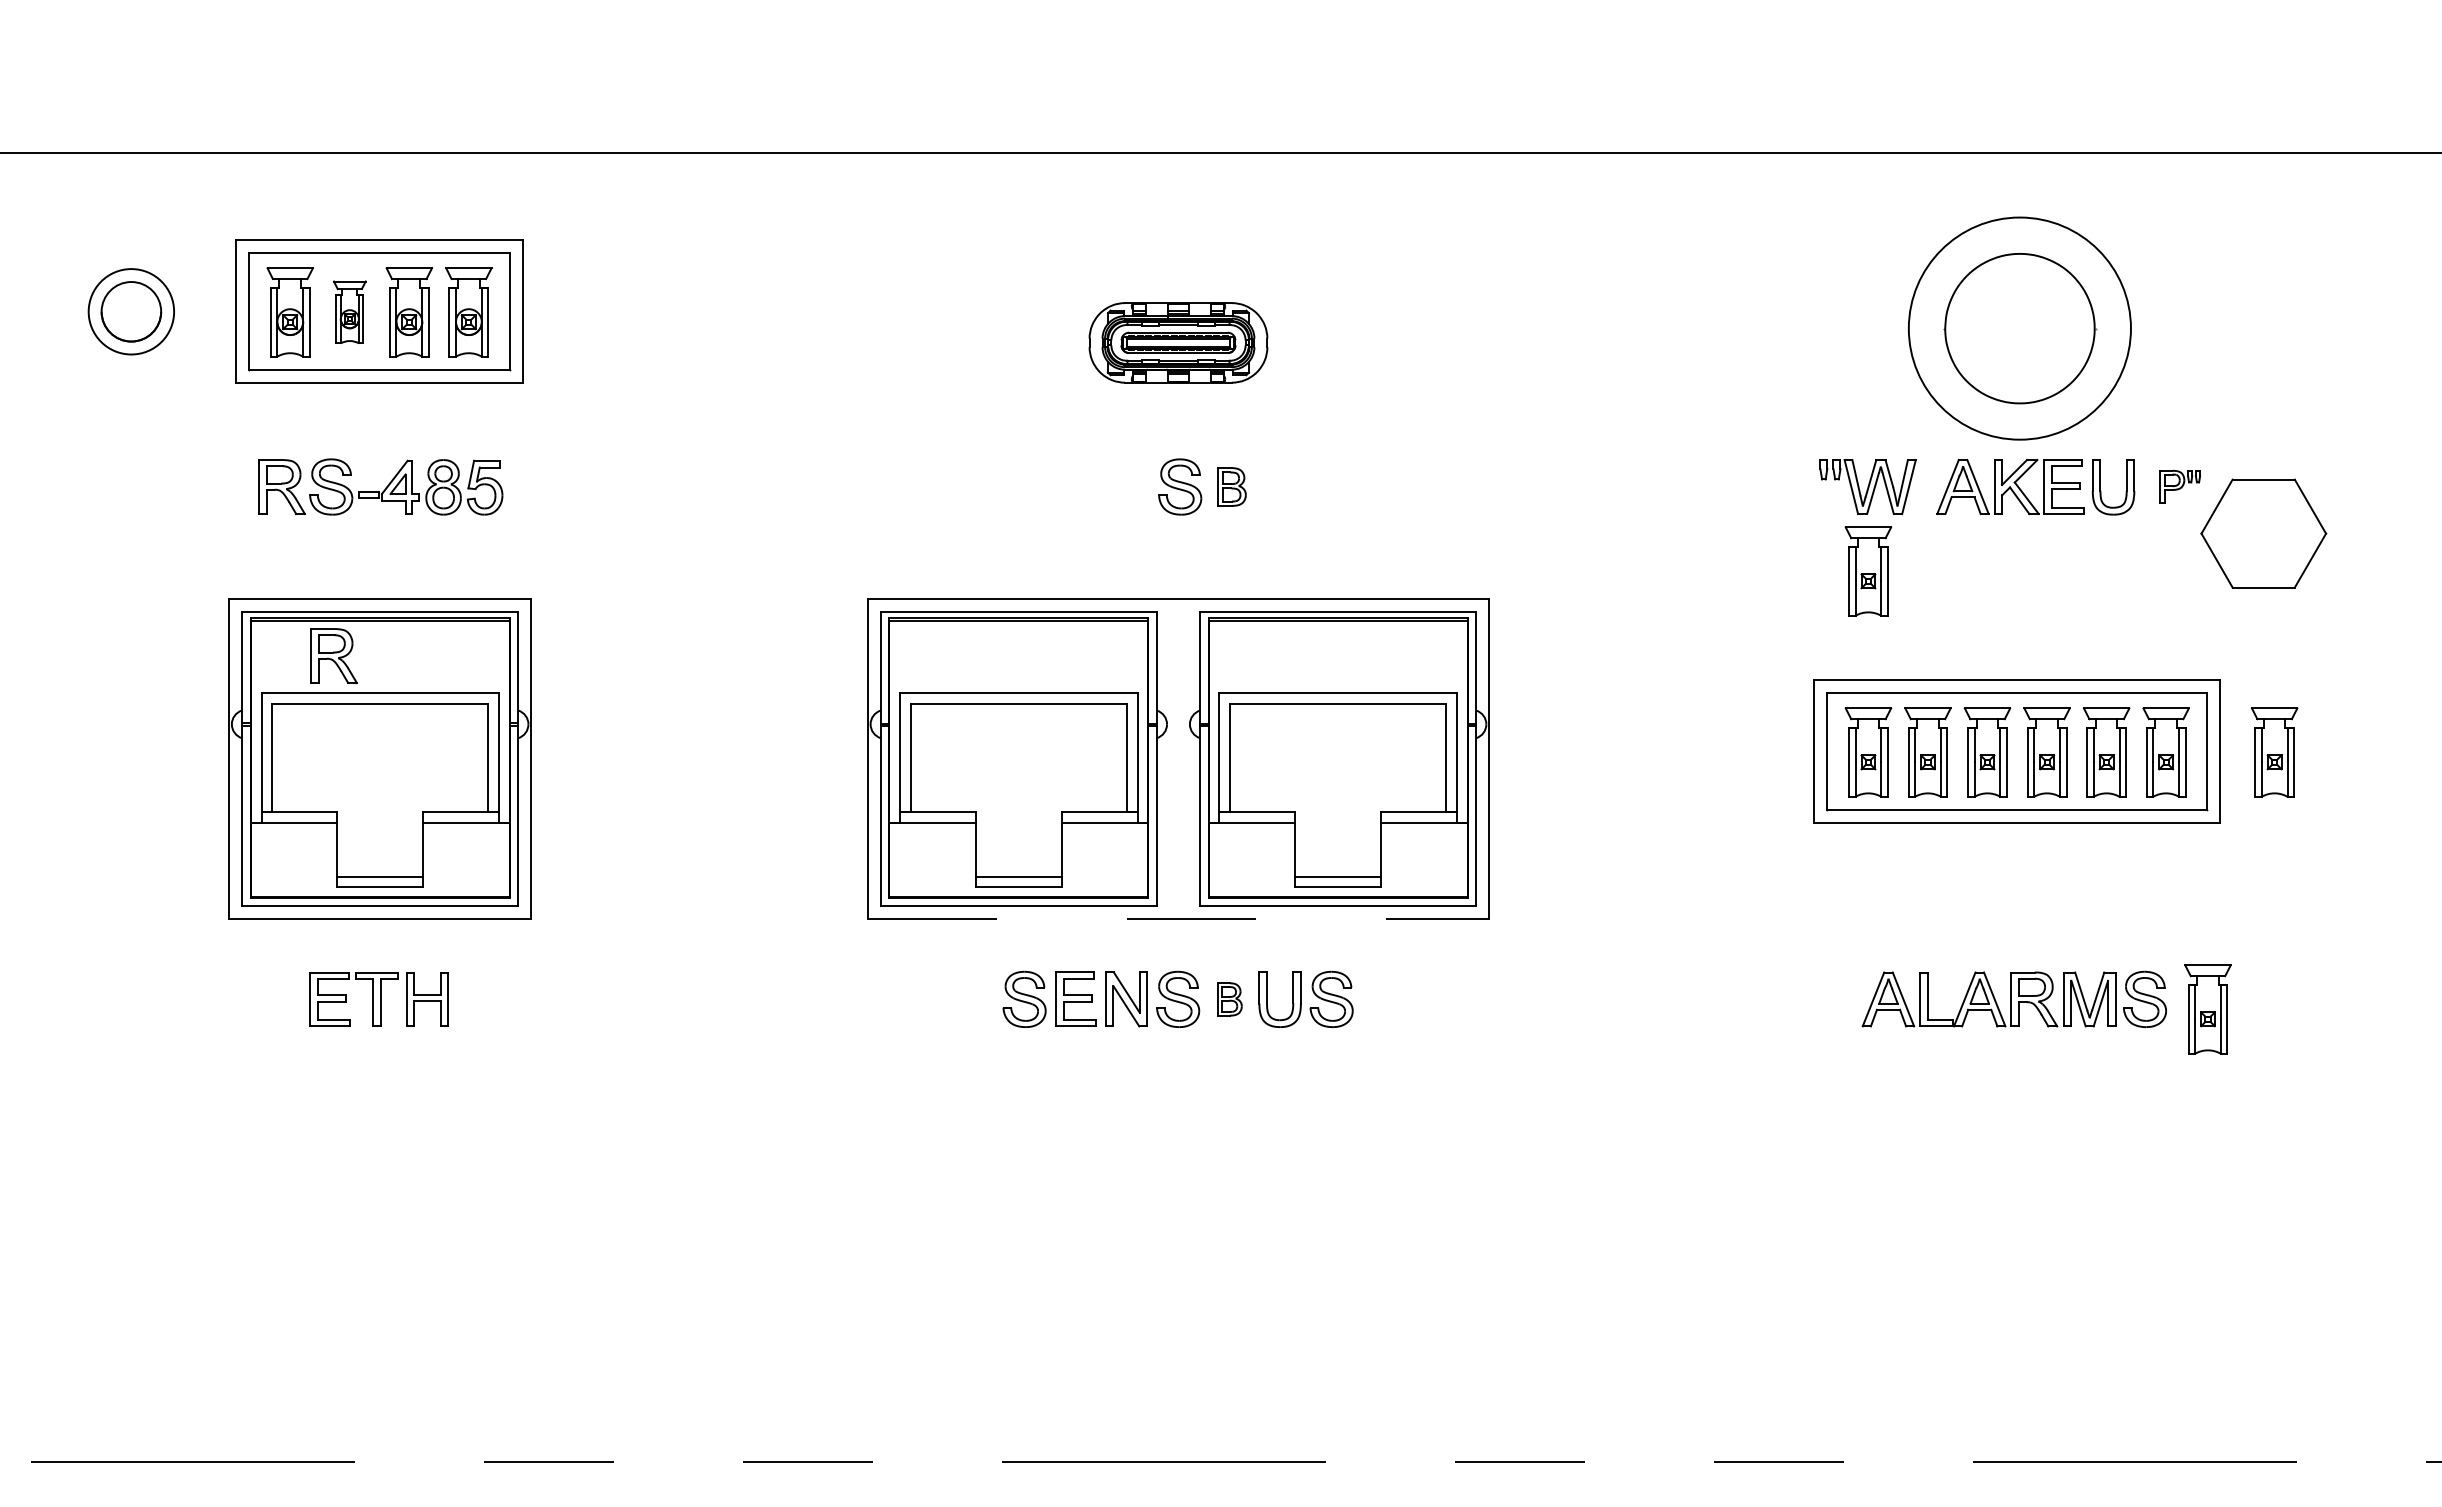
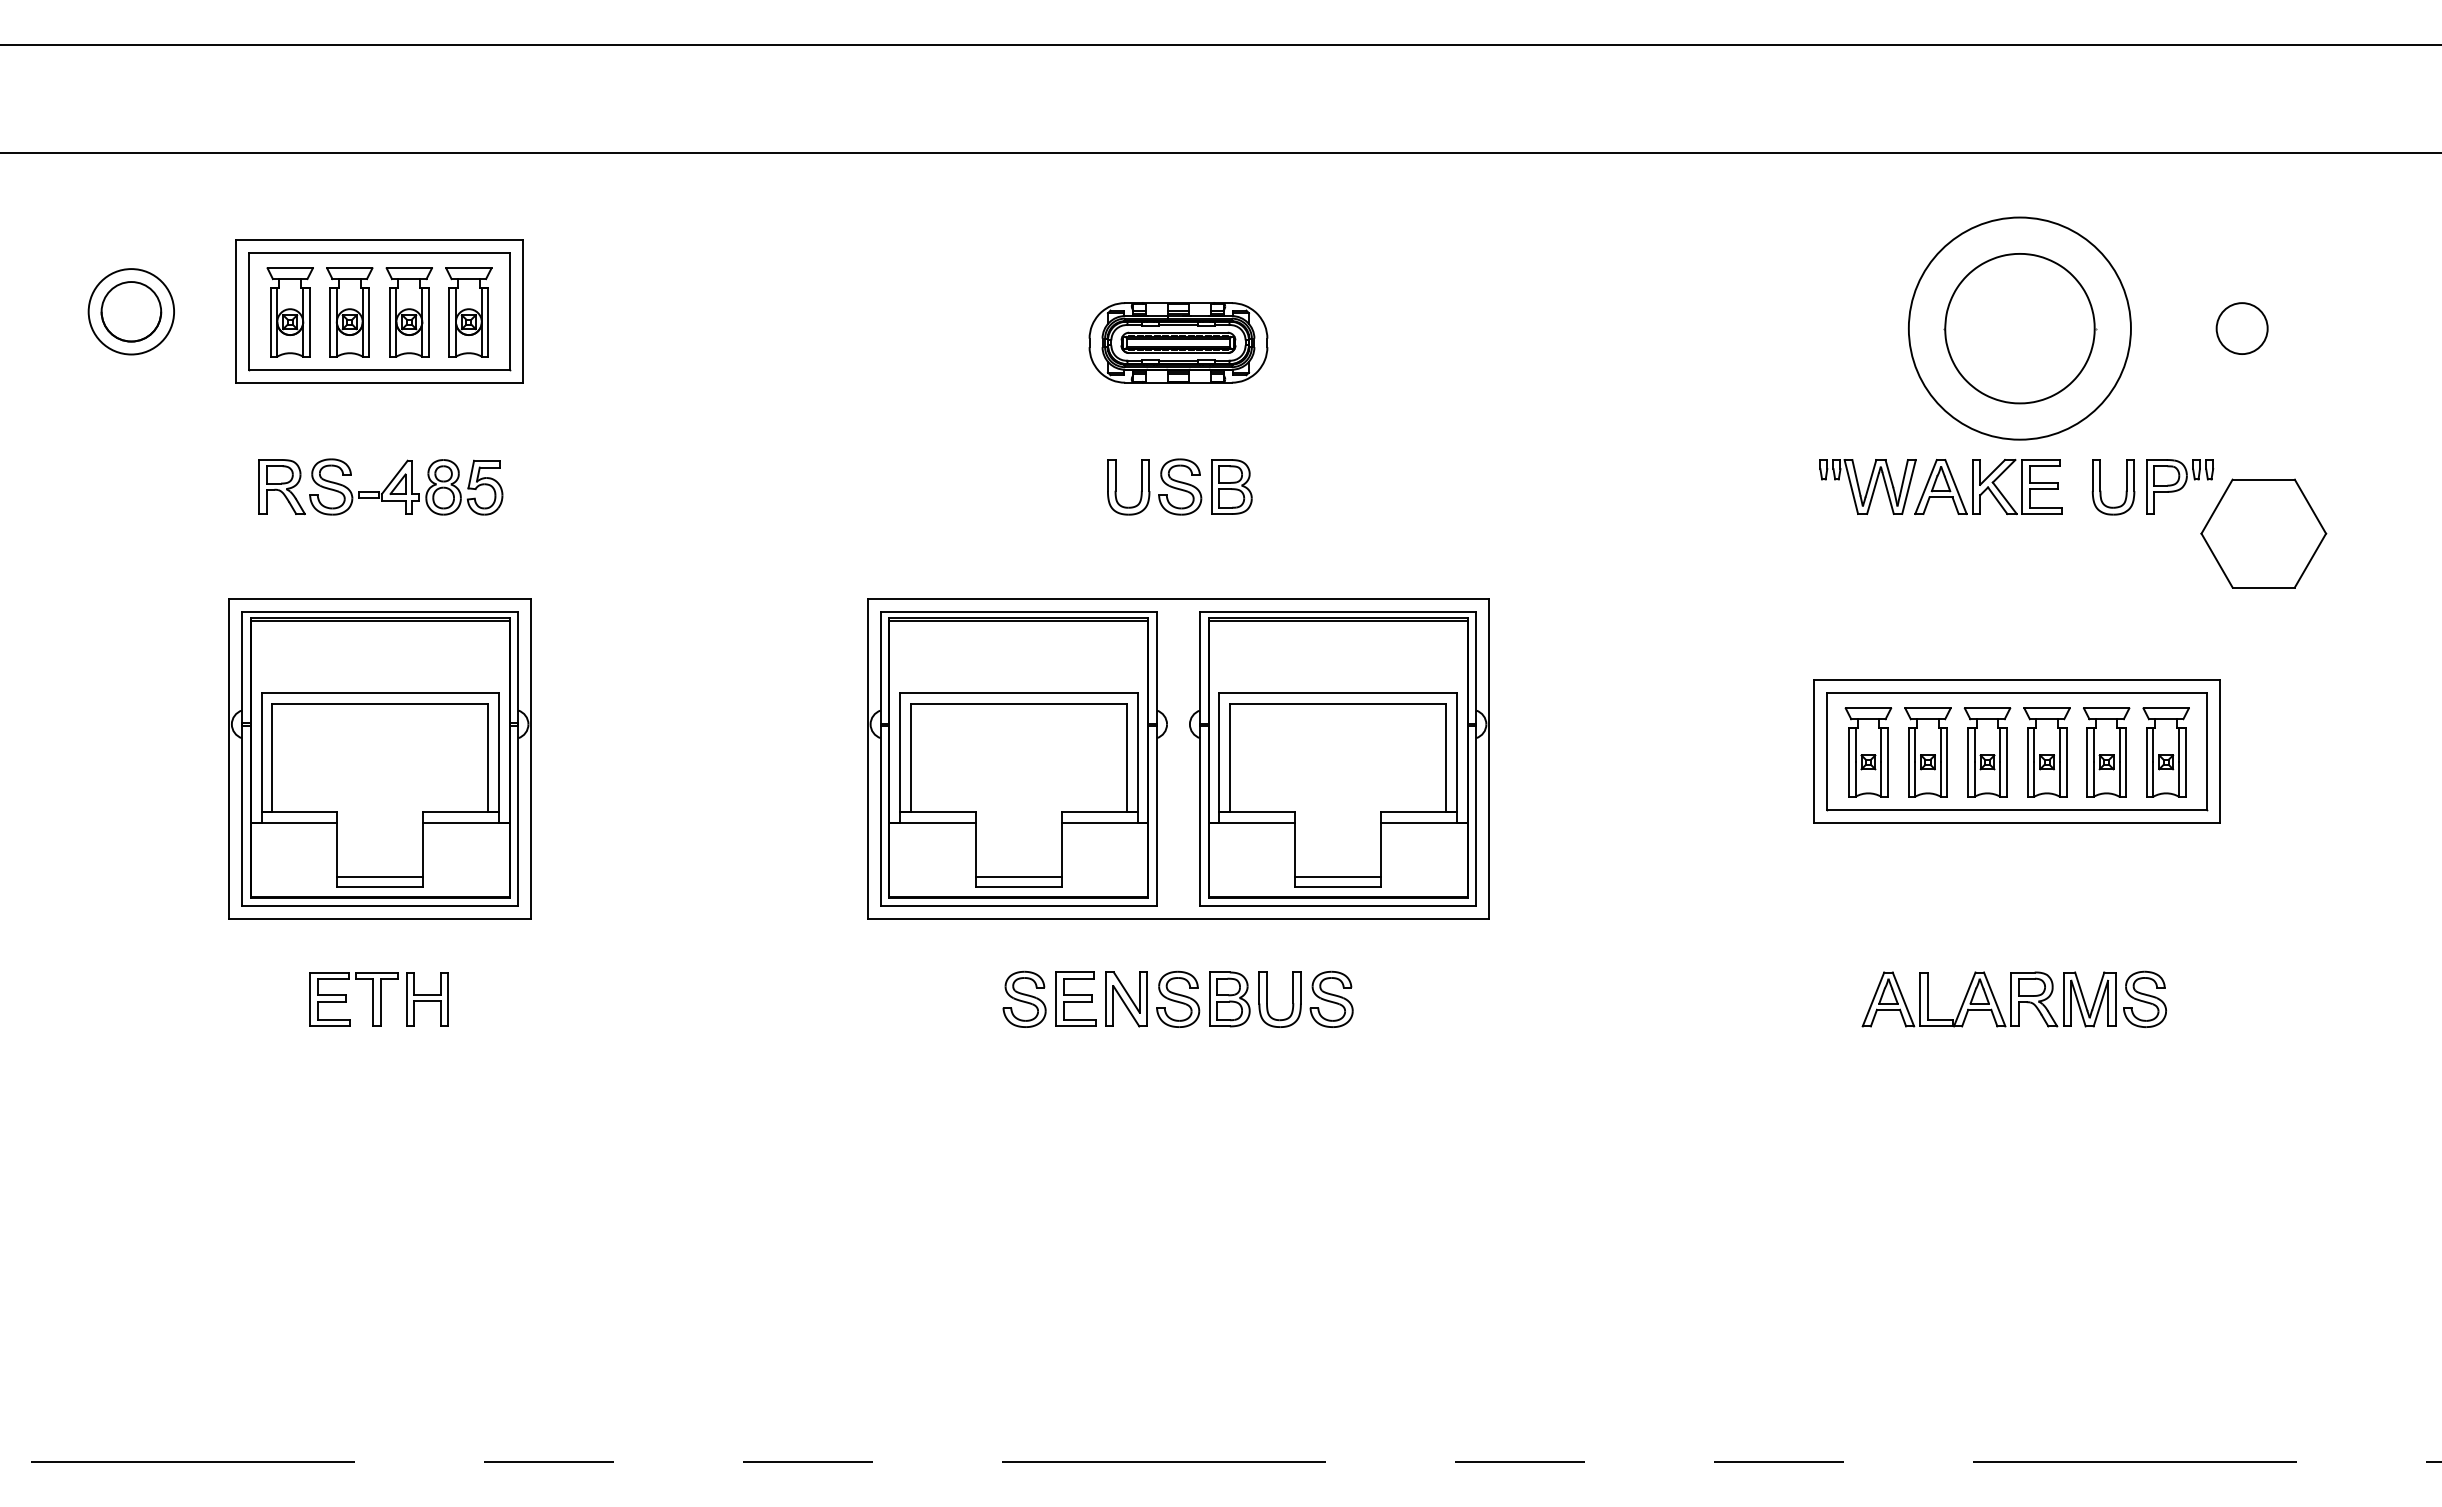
line at (1220, 44): none -> present
part at (349, 311) size: 34x64 px -> 48x91 px
circle at (2241, 328): none -> present
part at (1231, 486) size: 30x40 px -> 42x56 px
part at (2179, 486) size: 42x35 px -> 69x56 px
part at (1116, 487): none -> present
part at (2010, 487) position: (2010, 487) -> (1988, 487)
part at (1868, 571): present -> none
part at (333, 655): present -> none
part at (2274, 752): present -> none
line at (1178, 918): dashed -> solid
part at (1229, 999) size: 26x35 px -> 42x57 px
part at (2207, 1009): present -> none
